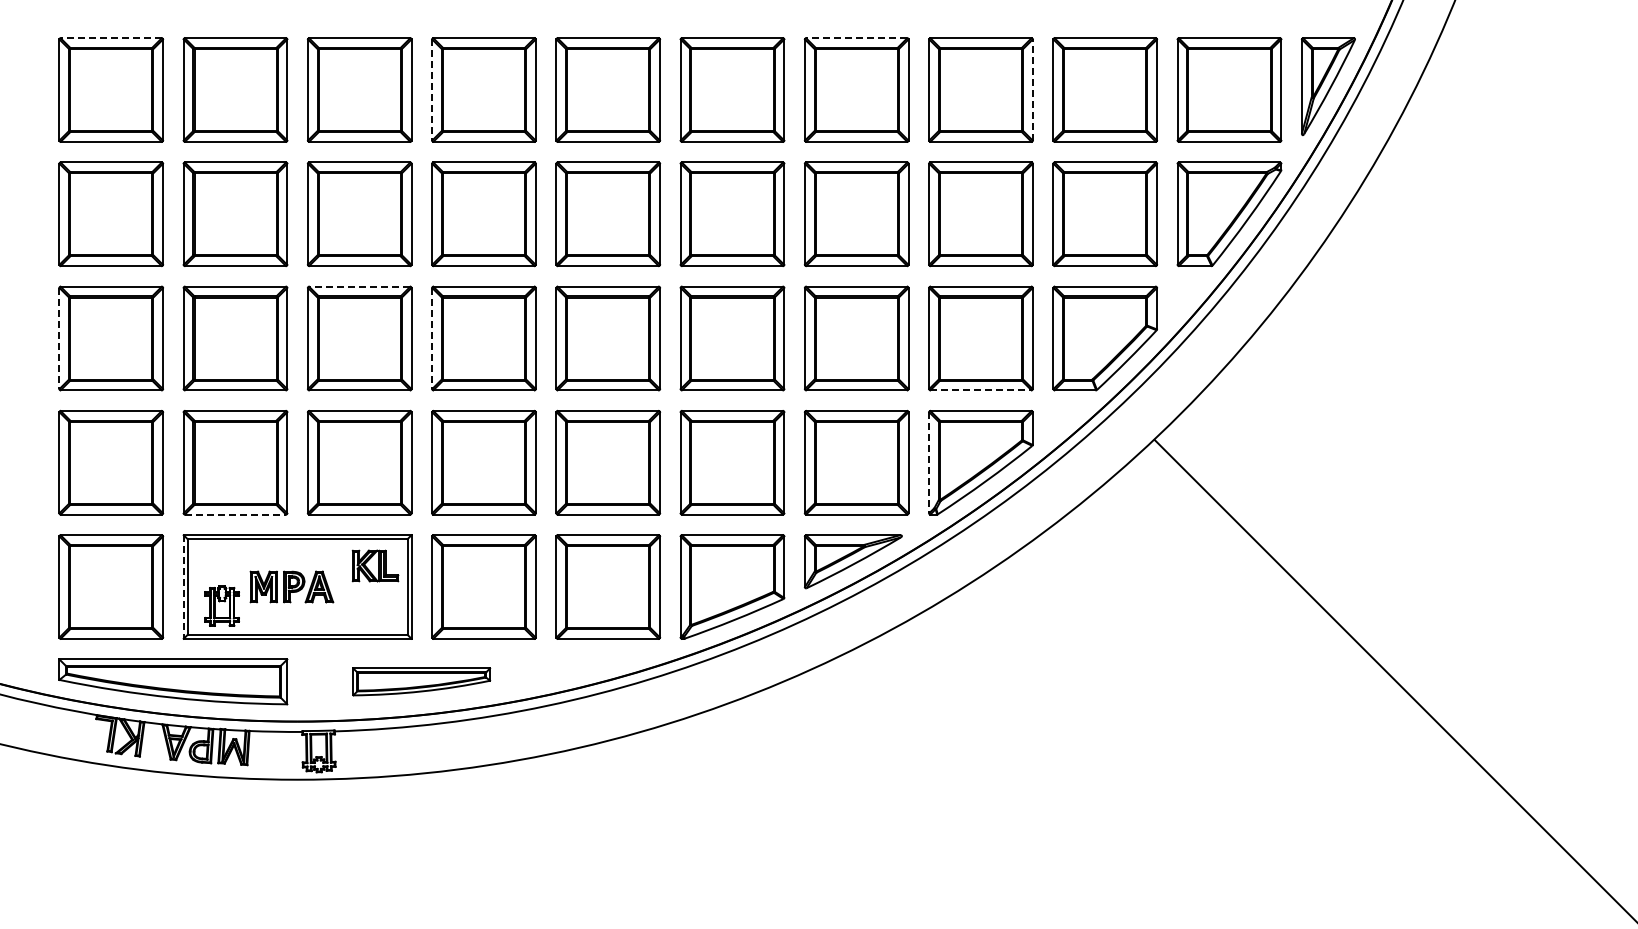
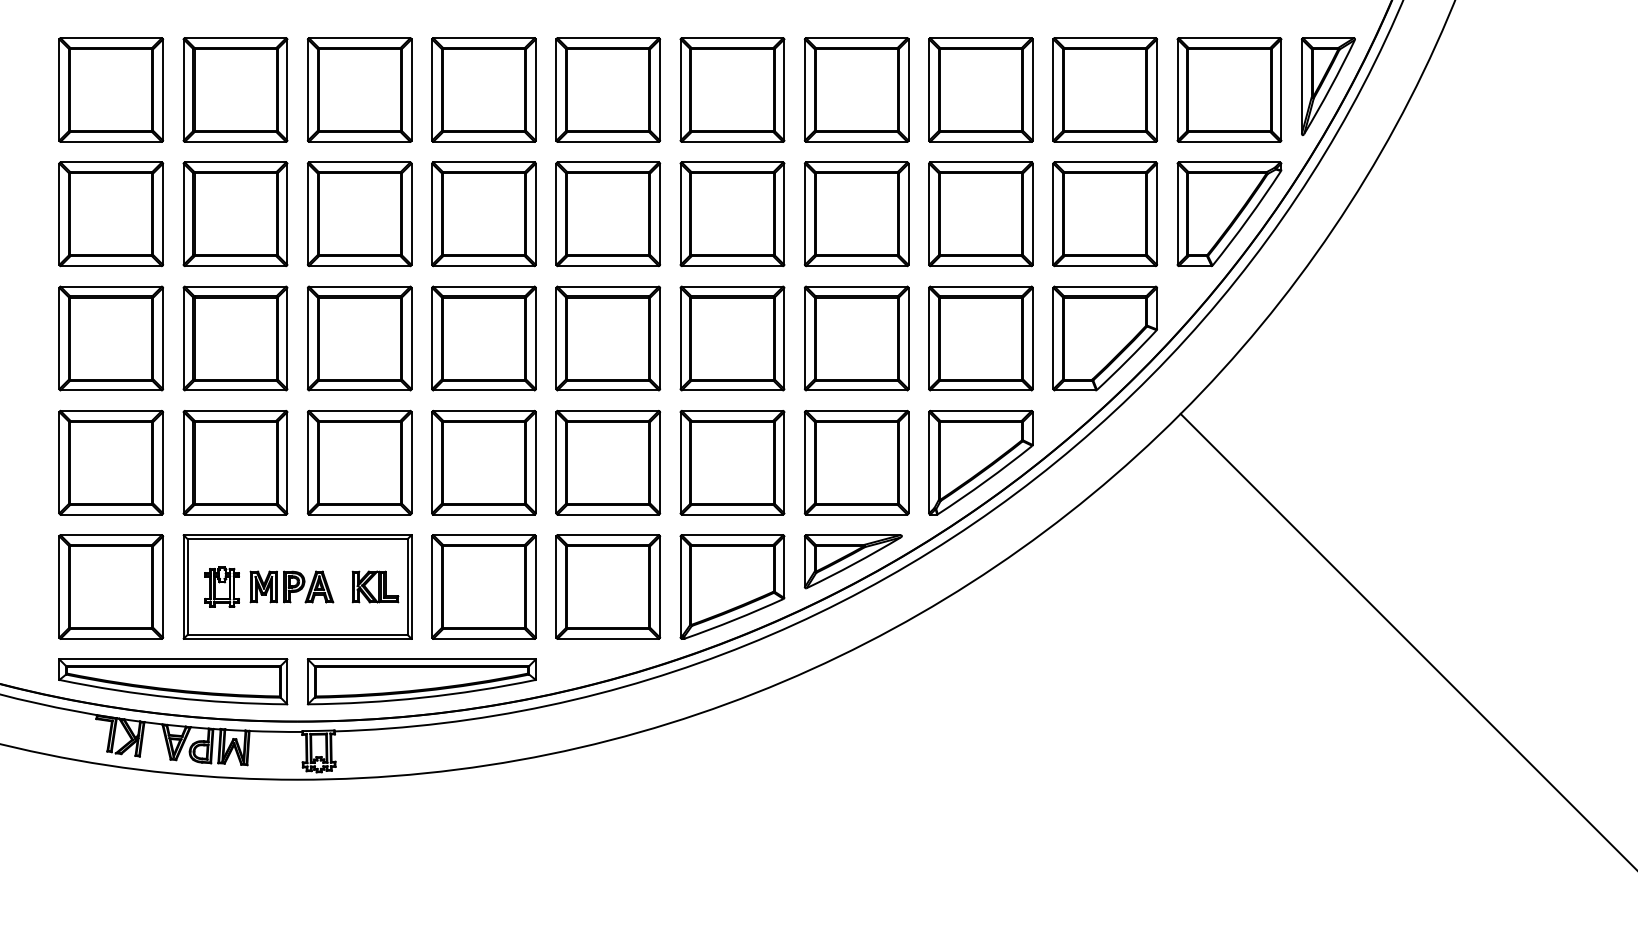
line at (111, 38): dashed -> solid
line at (856, 38): dashed -> solid
line at (432, 90): dashed -> solid
line at (1032, 90): dashed -> solid
line at (359, 286): dashed -> solid
line at (59, 338): dashed -> solid
line at (432, 338): dashed -> solid
line at (980, 390): dashed -> solid
line at (929, 462): dashed -> solid
line at (235, 514): dashed -> solid
part at (375, 565) position: (375, 565) -> (375, 586)
line at (183, 587): dashed -> solid
part at (221, 605) position: (221, 605) -> (221, 586)
line at (1394, 679) position: (1394, 679) -> (1407, 640)
part at (421, 681) size: 140x30 px -> 231x48 px
